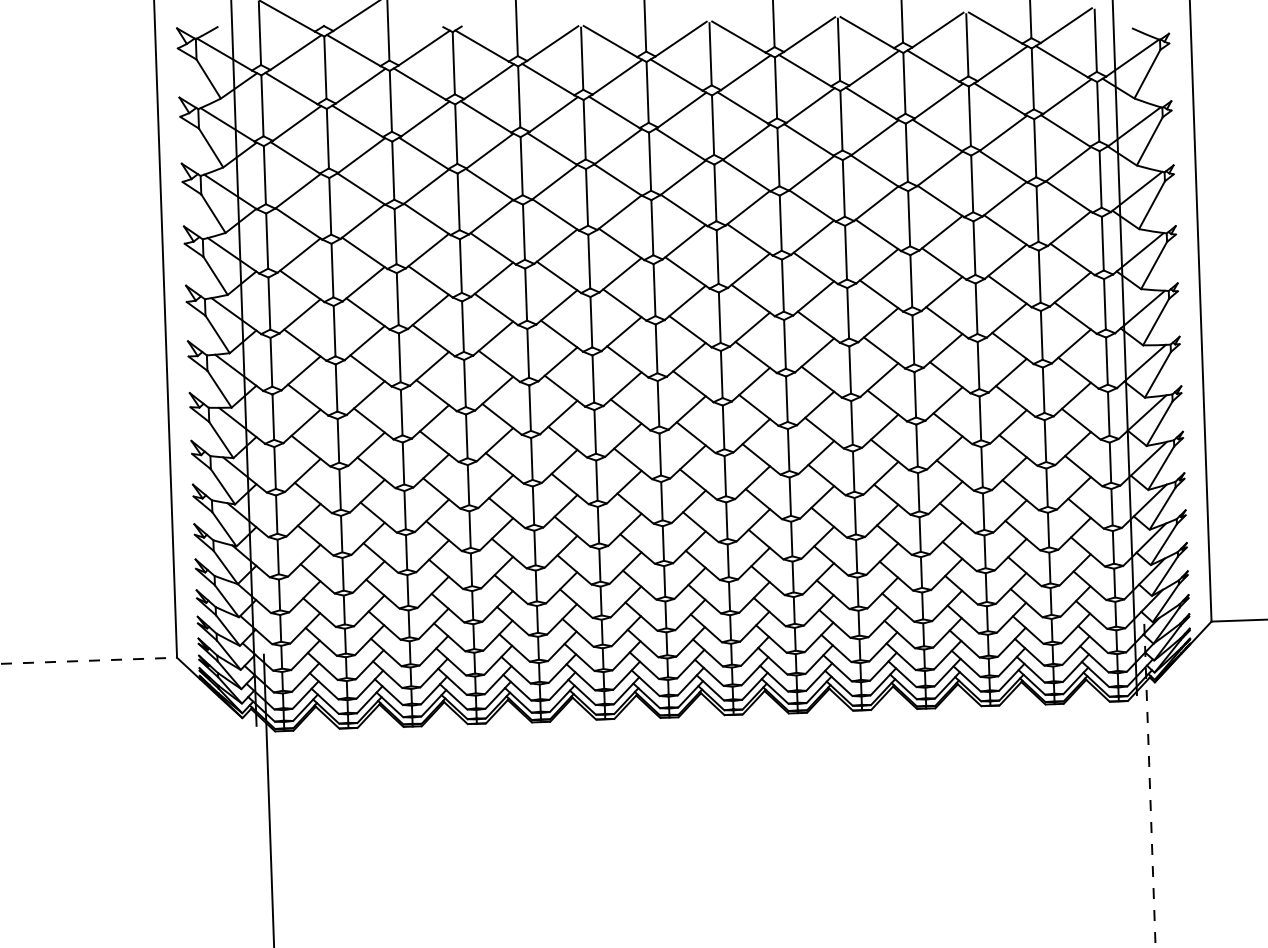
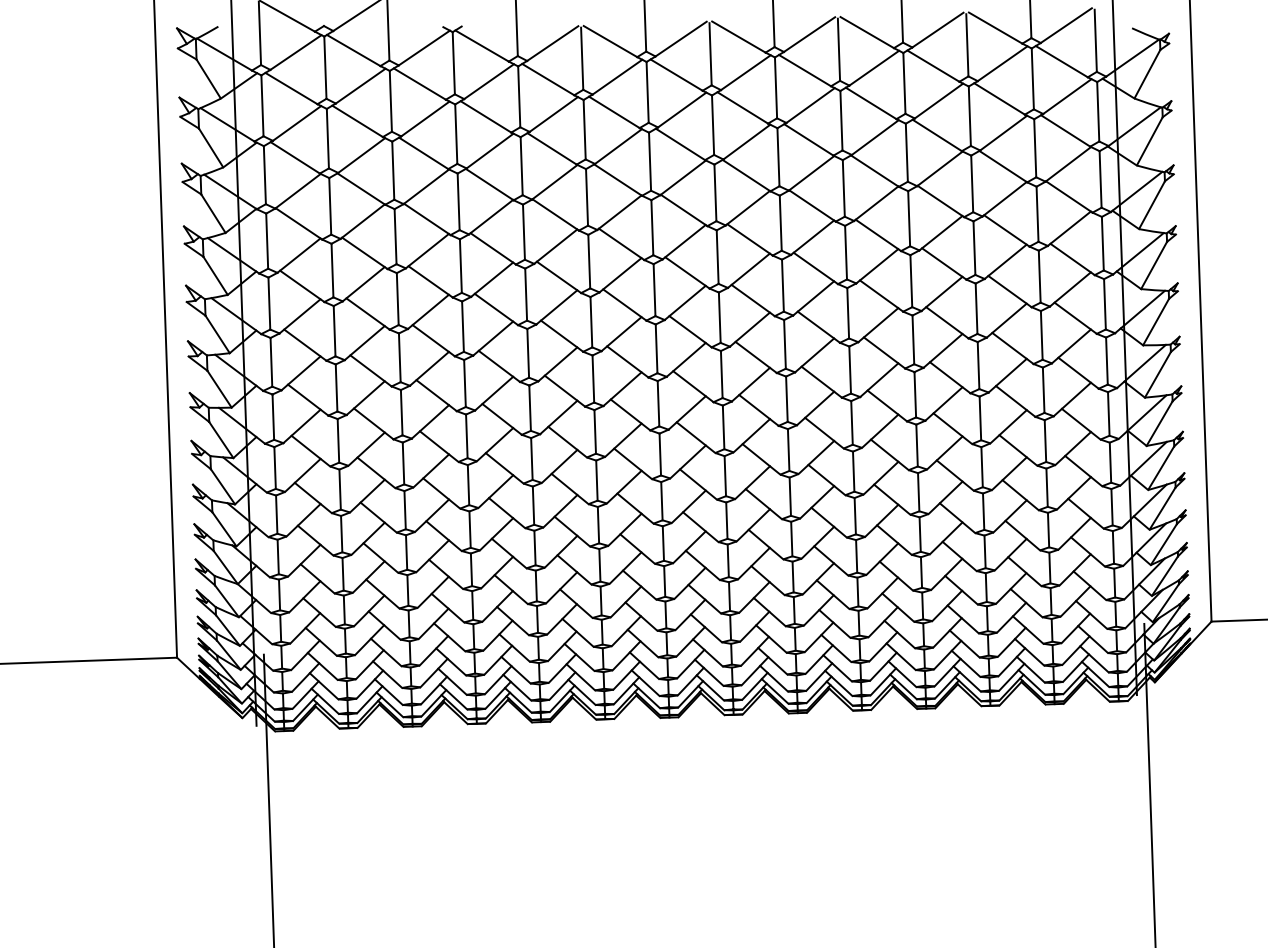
line at (89, 660): dashed -> solid
line at (1149, 785): dashed -> solid
